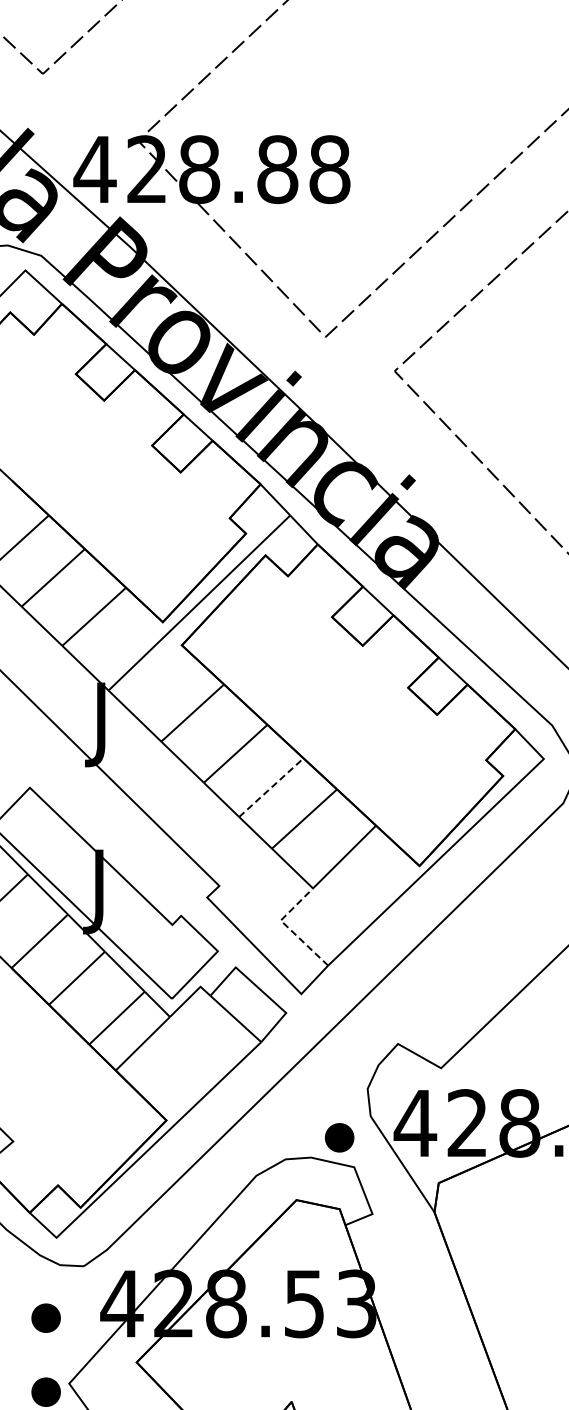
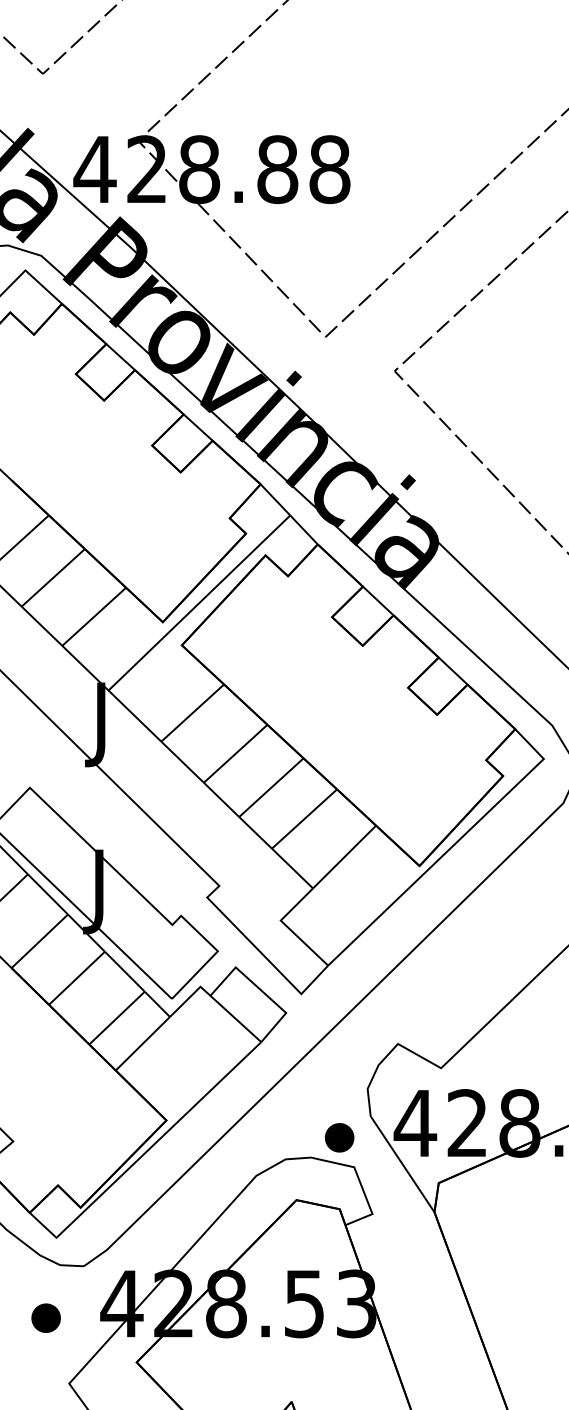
line at (271, 787): dashed -> solid
line at (287, 926): dashed -> solid
part at (45, 1391): present -> none
